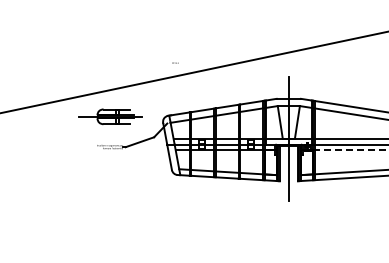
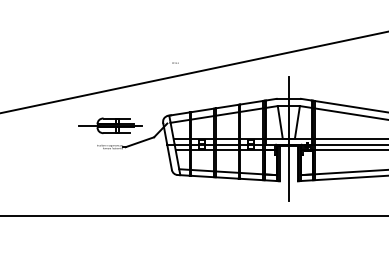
part at (110, 116) position: (110, 116) -> (110, 125)
line at (351, 150): dashed -> solid
line at (193, 215): none -> present
